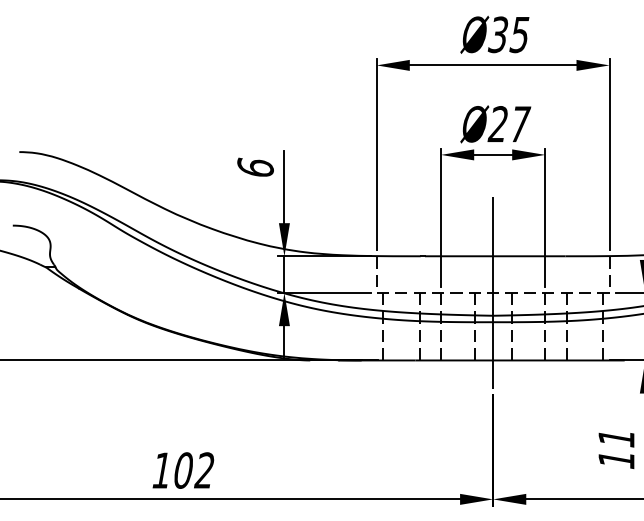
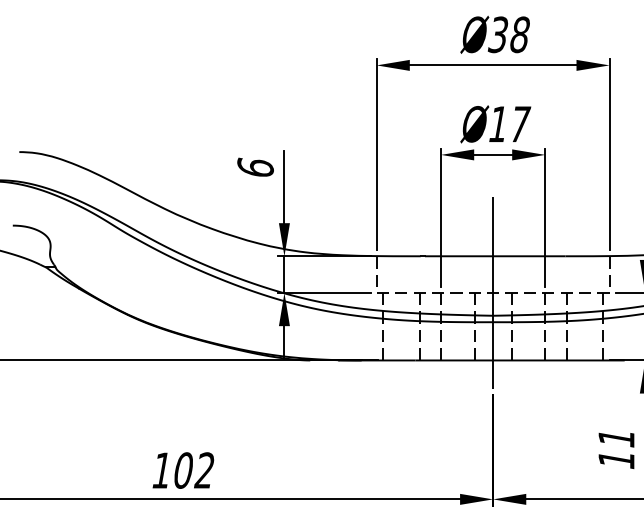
text at (519, 34): Ø35 -> Ø38
text at (497, 124): Ø27 -> Ø17
